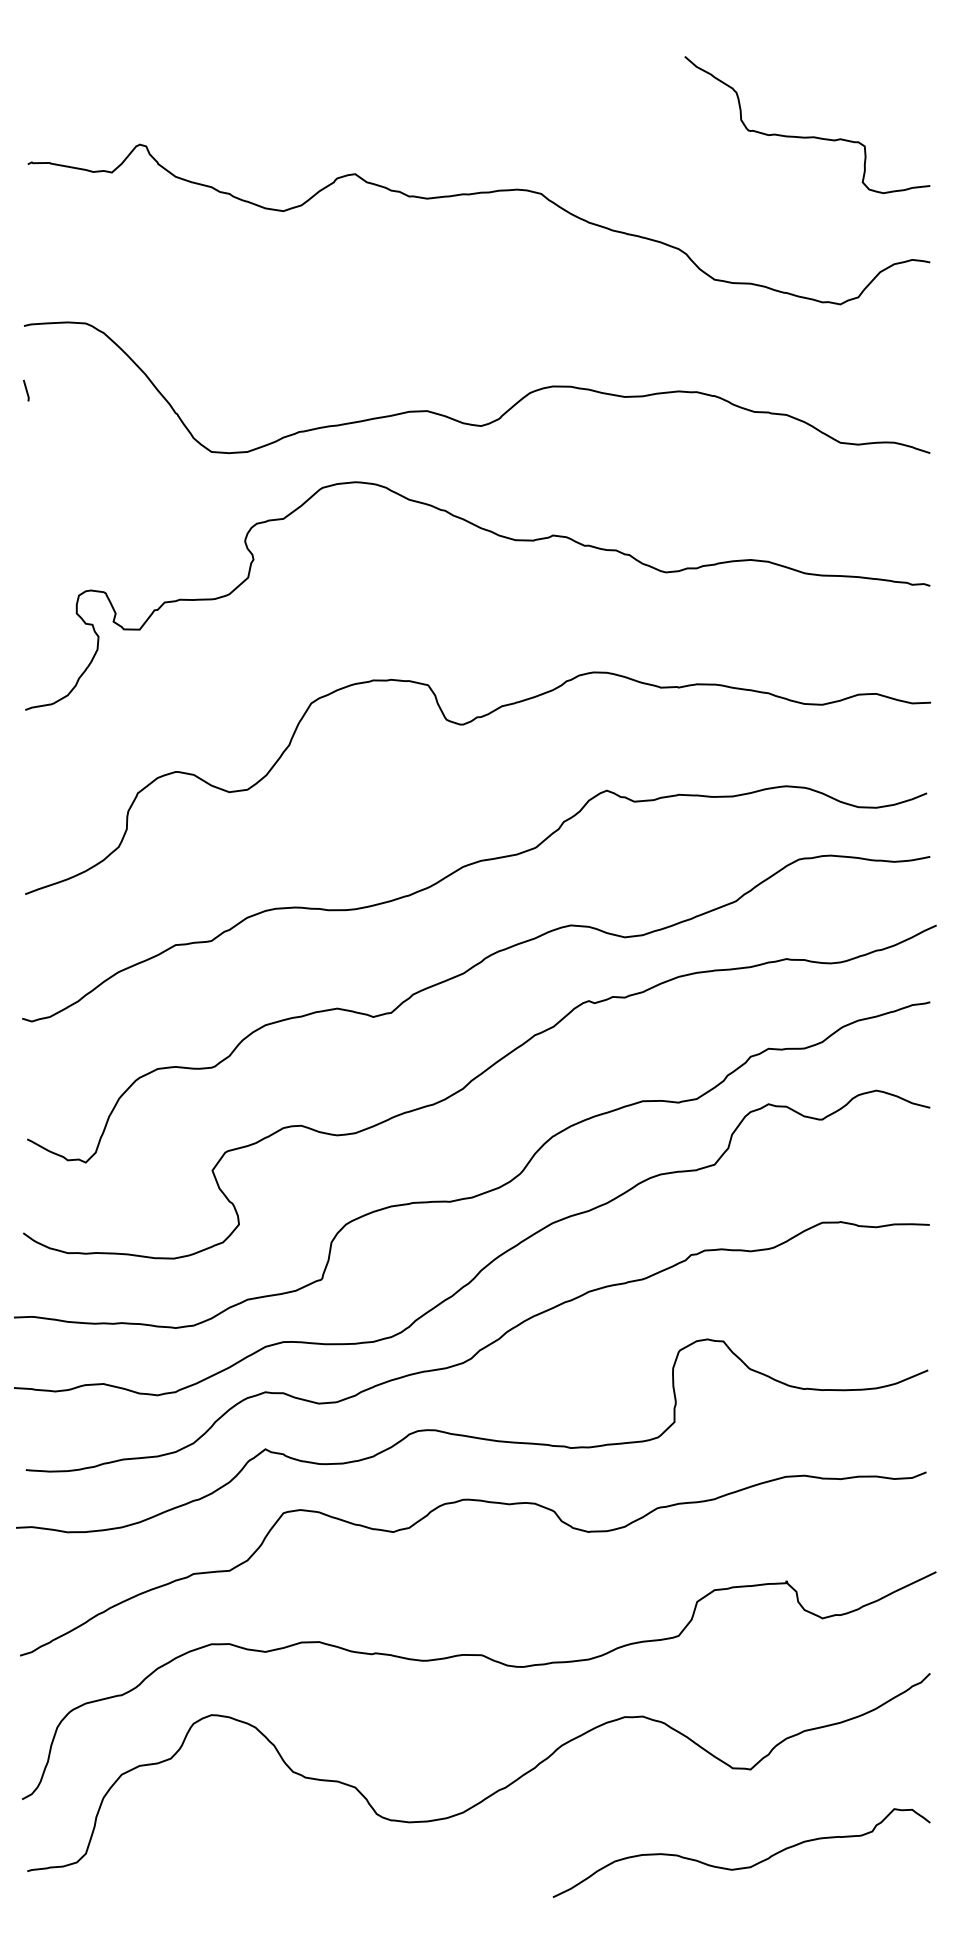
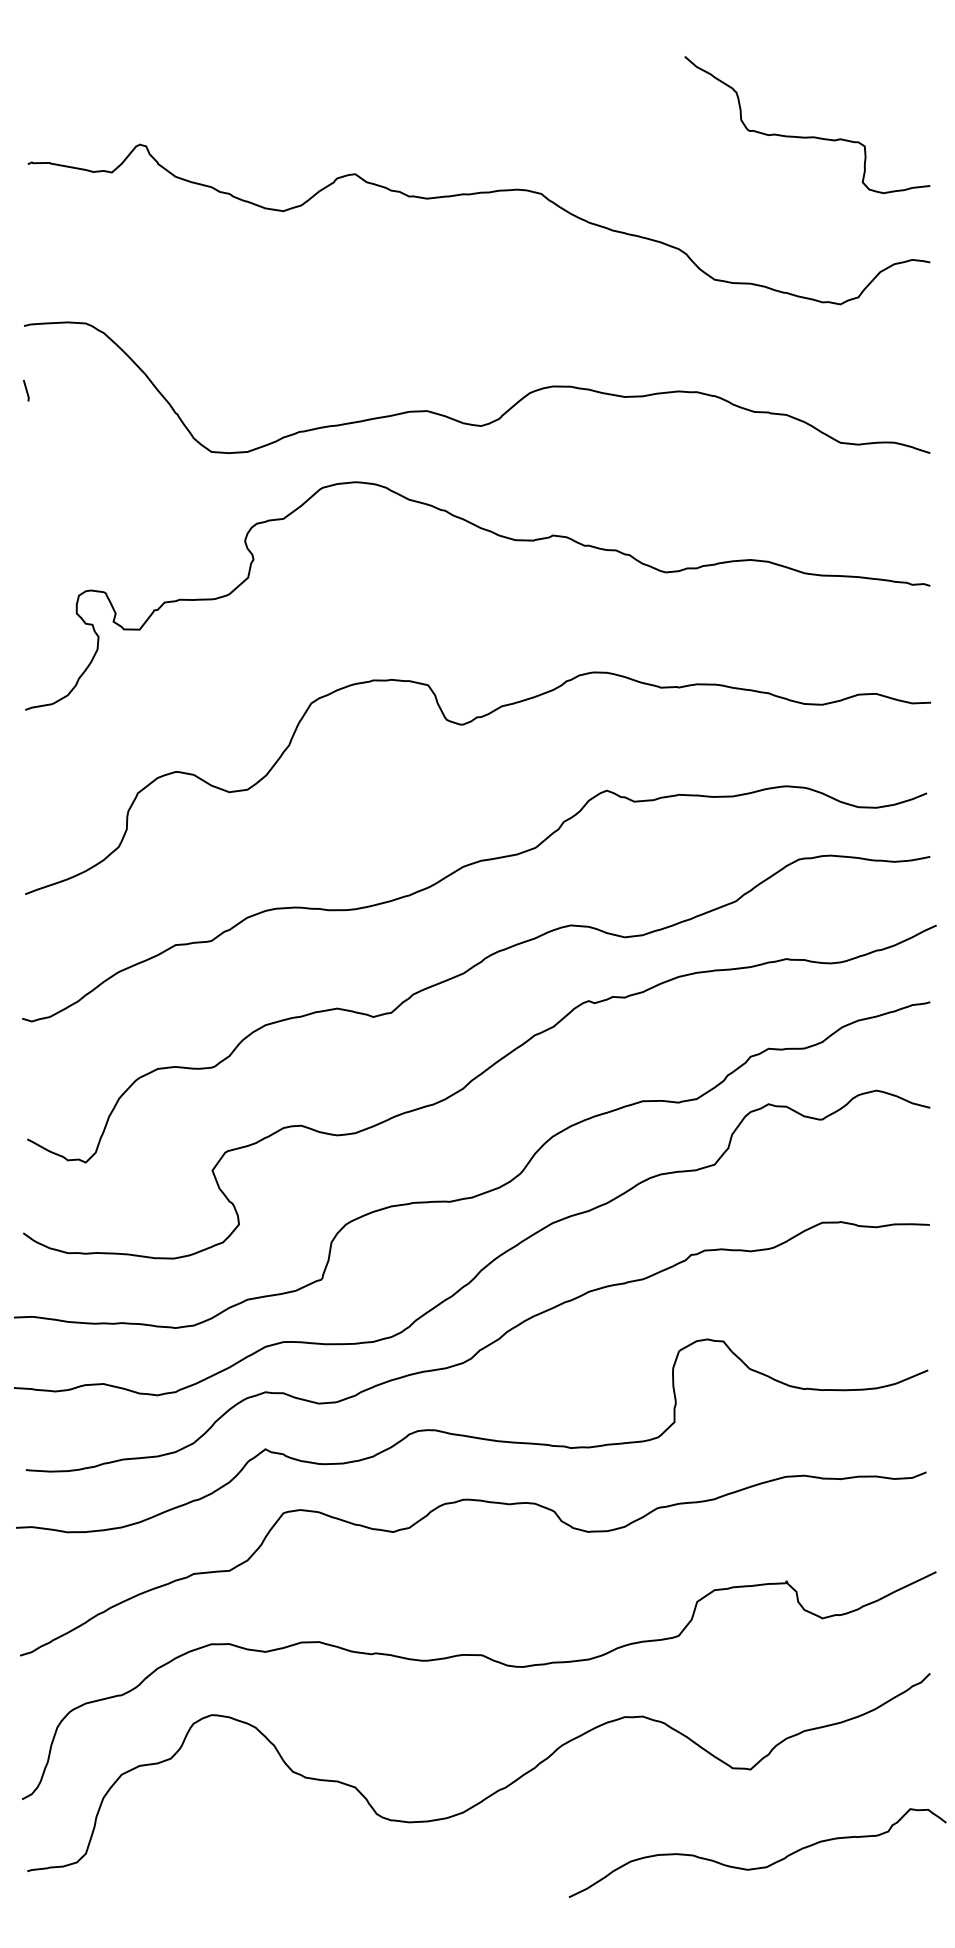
curve at (746, 1866) position: (746, 1866) -> (762, 1866)
